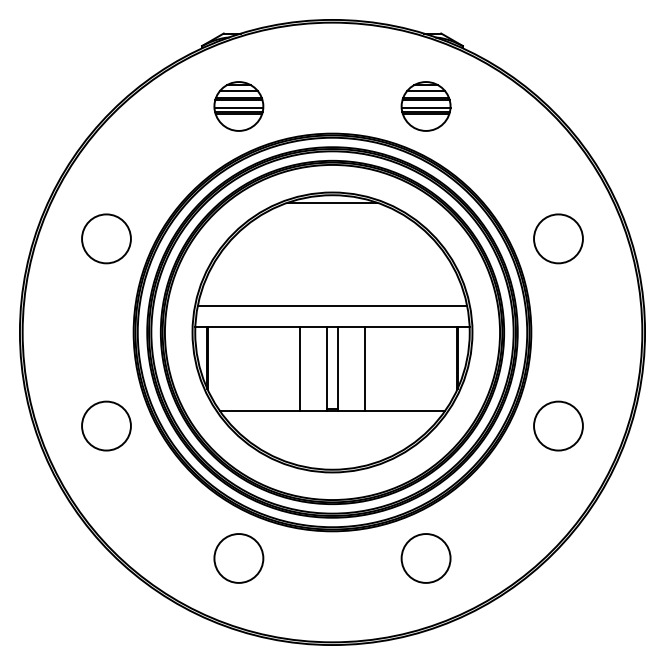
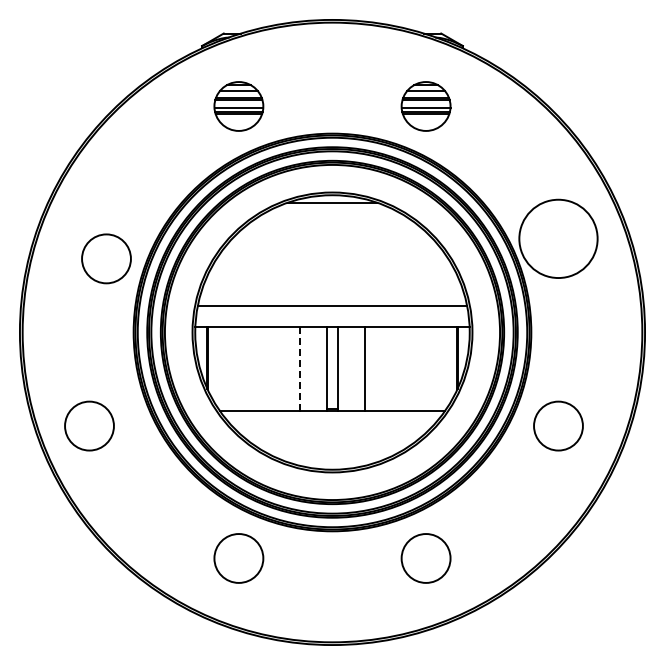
circle at (106, 238) position: (106, 238) -> (106, 258)
circle at (558, 238) diameter: 49 px -> 78 px
line at (299, 369): solid -> dashed
circle at (106, 425) position: (106, 425) -> (89, 425)
